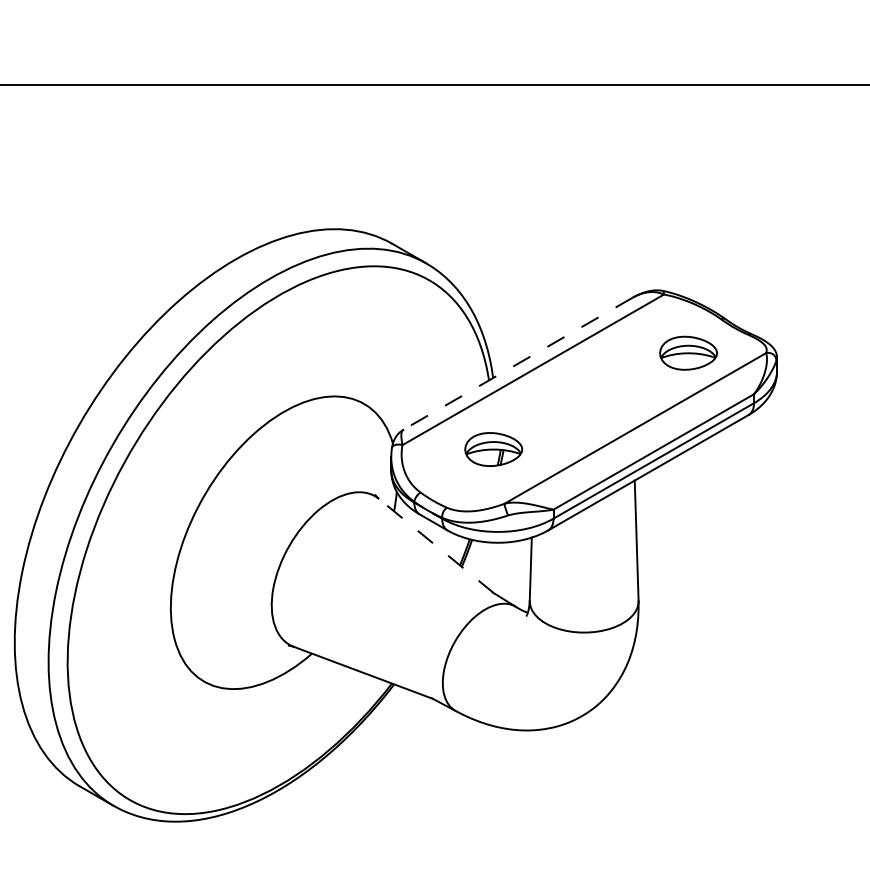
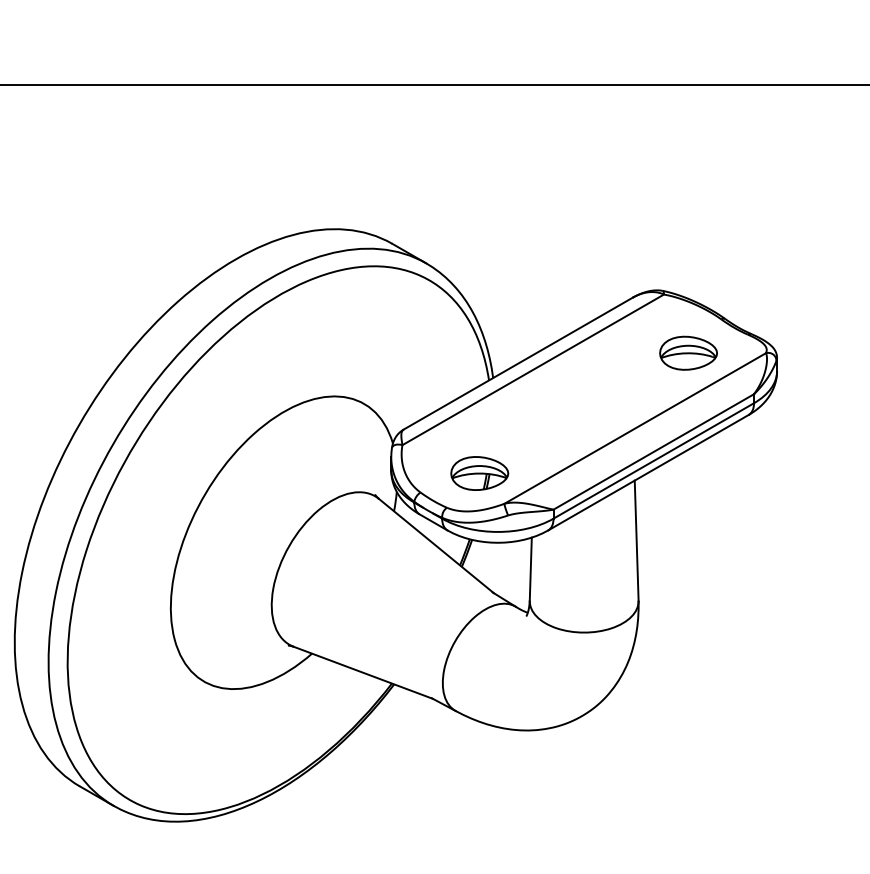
line at (517, 363): dashed -> solid
part at (493, 449) position: (493, 449) -> (479, 473)
line at (436, 545): dashed -> solid
